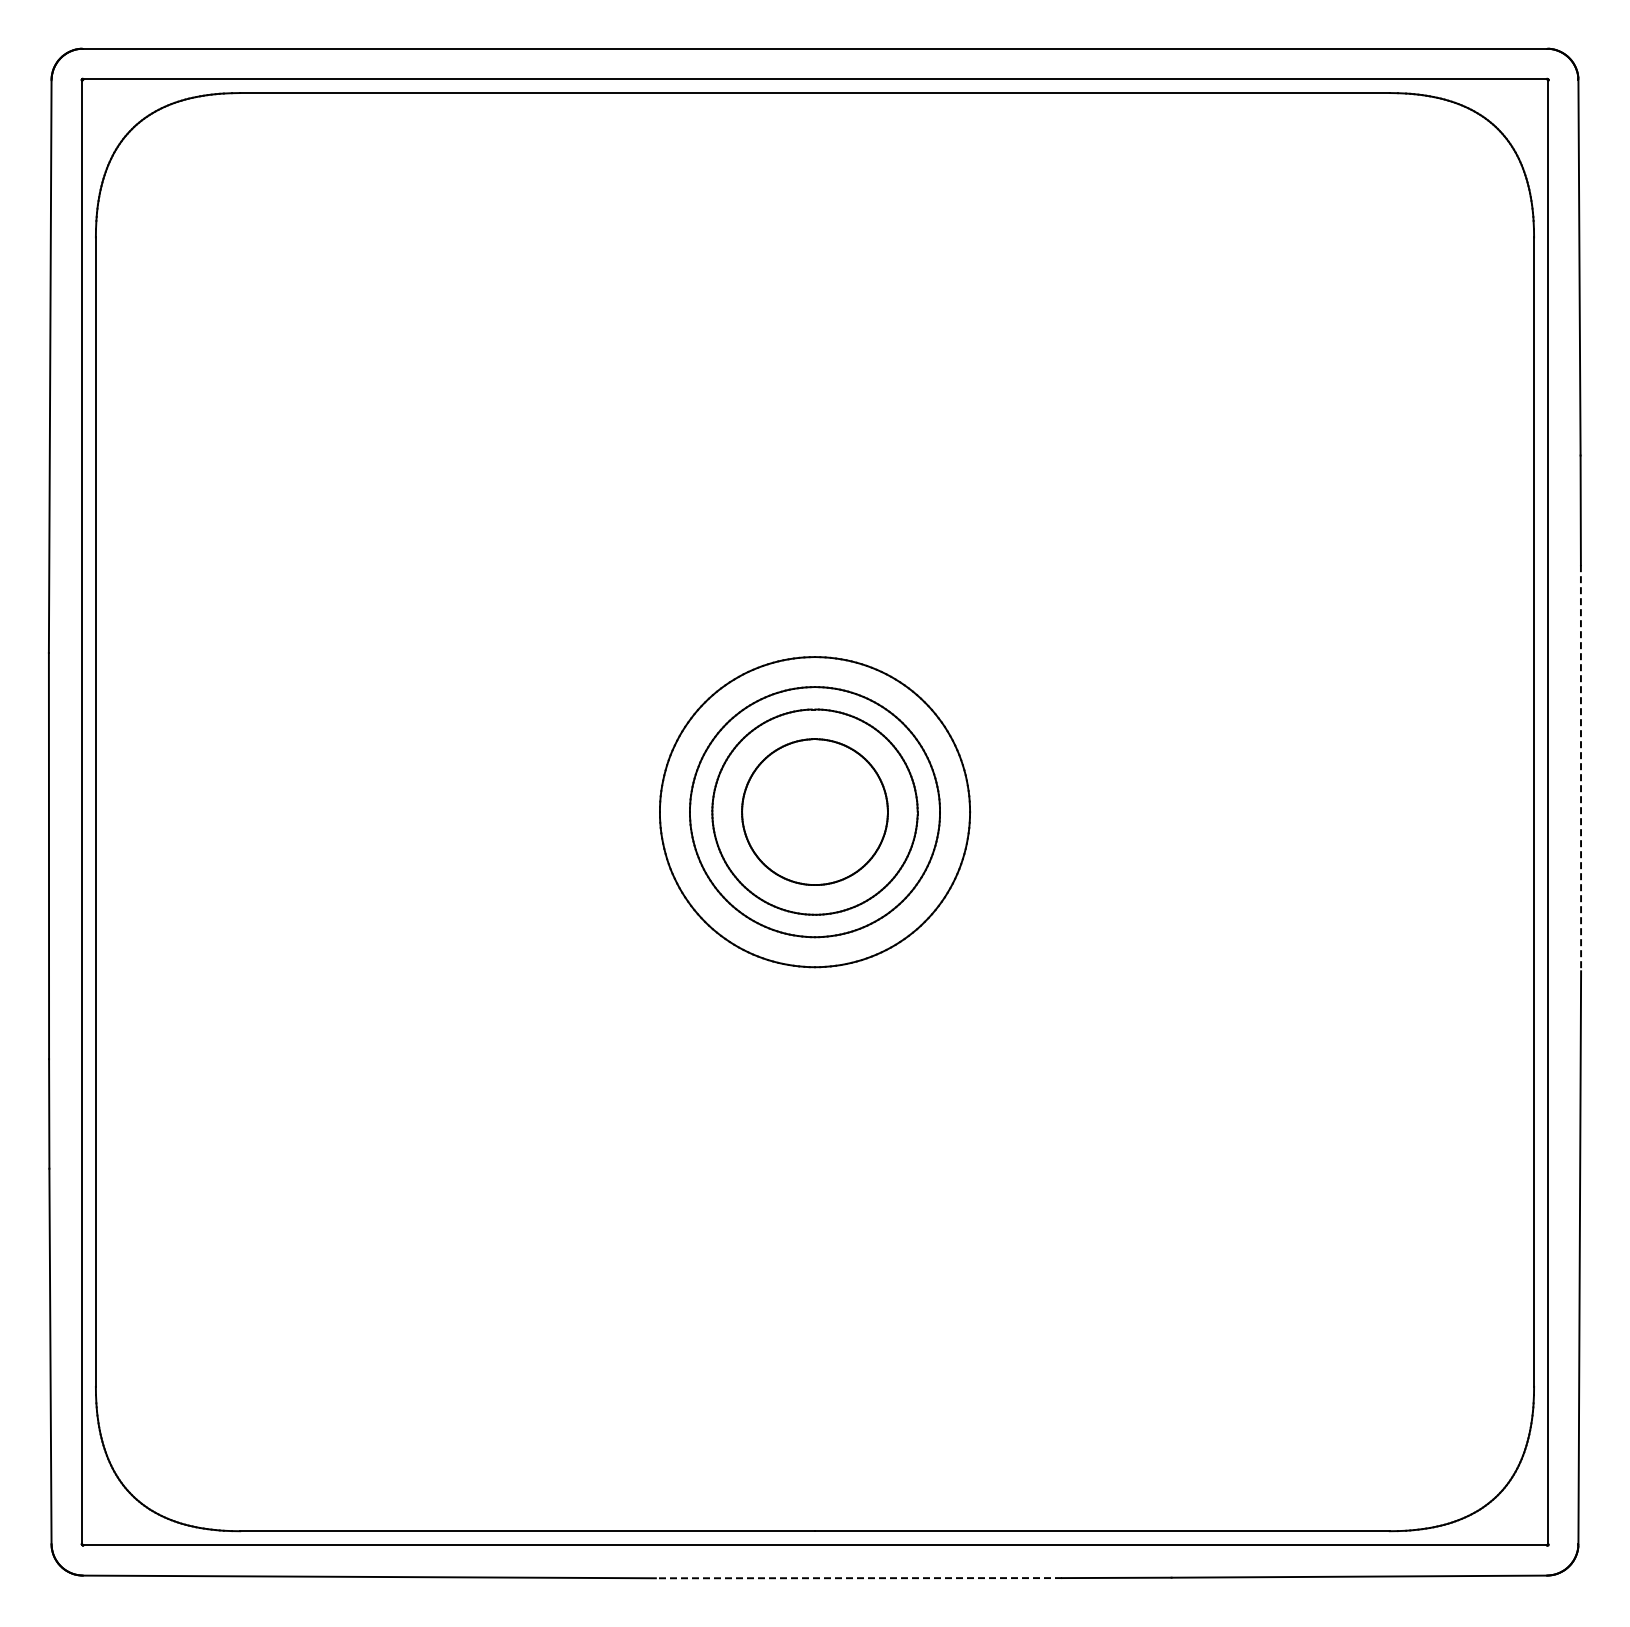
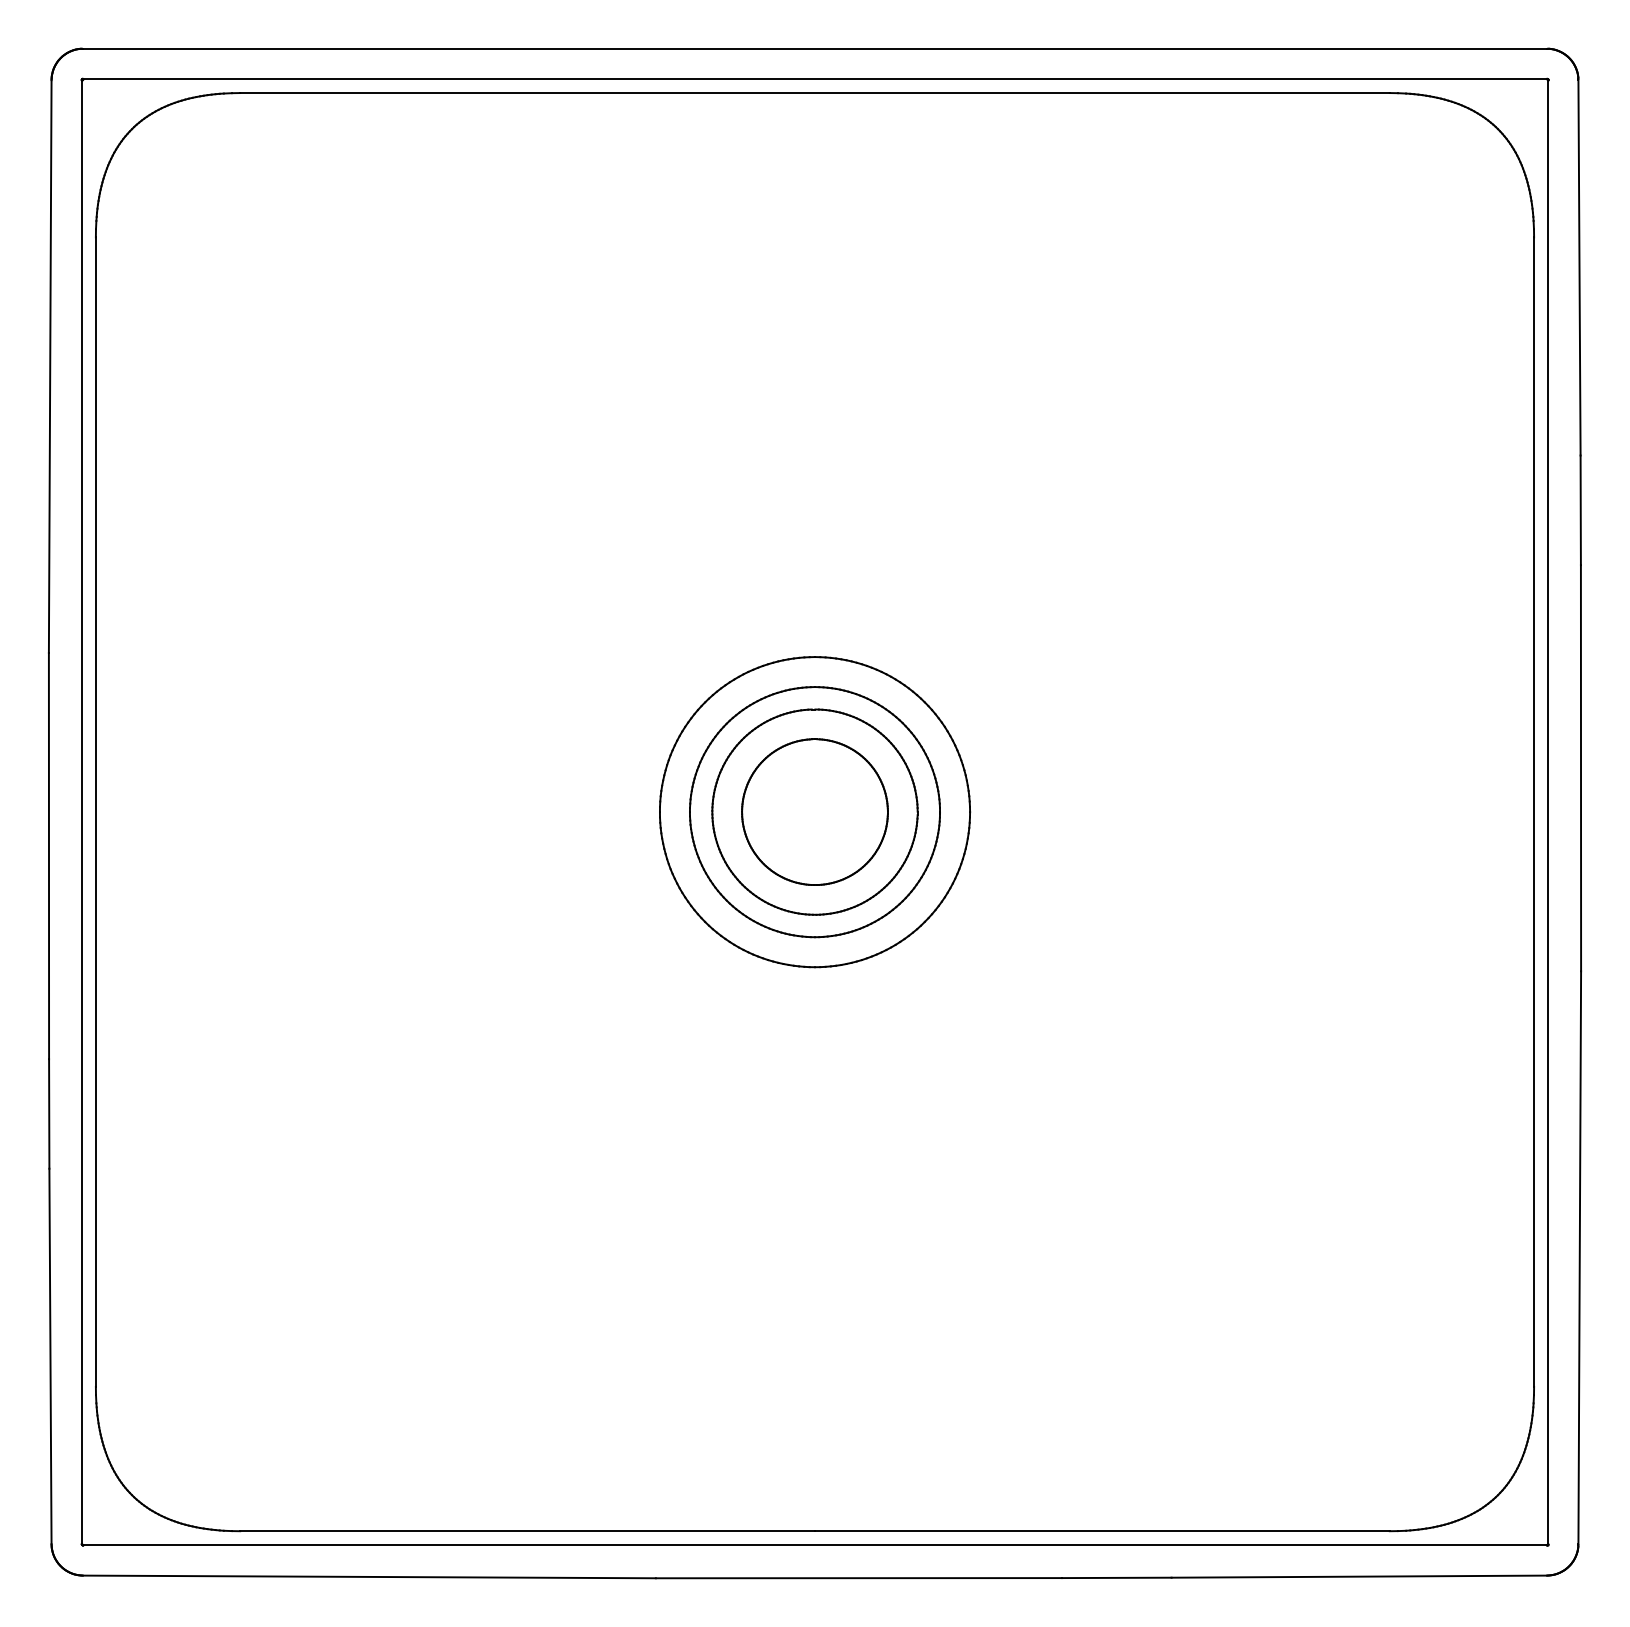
line at (1581, 768): dashed -> solid
line at (858, 1578): dashed -> solid
